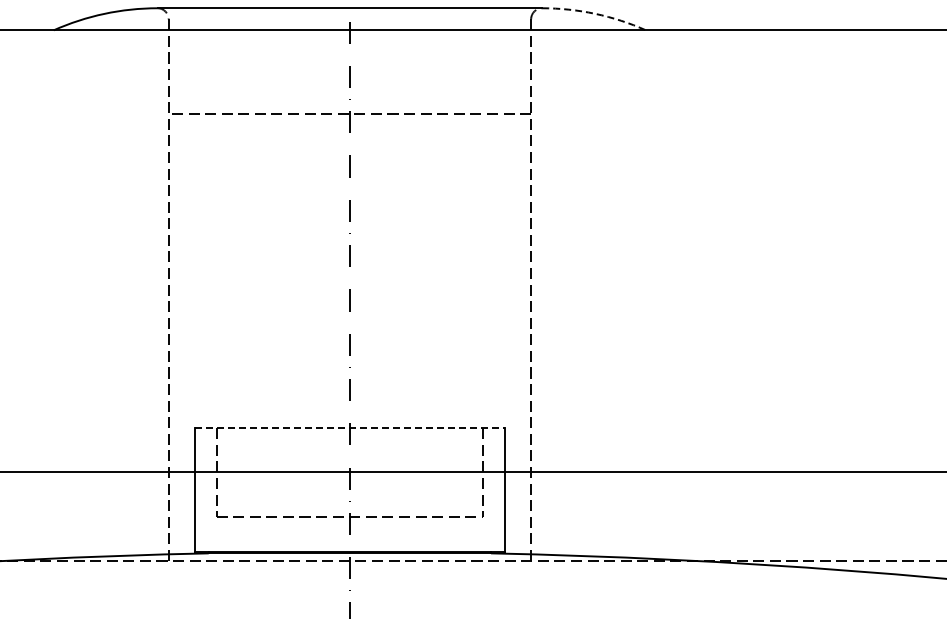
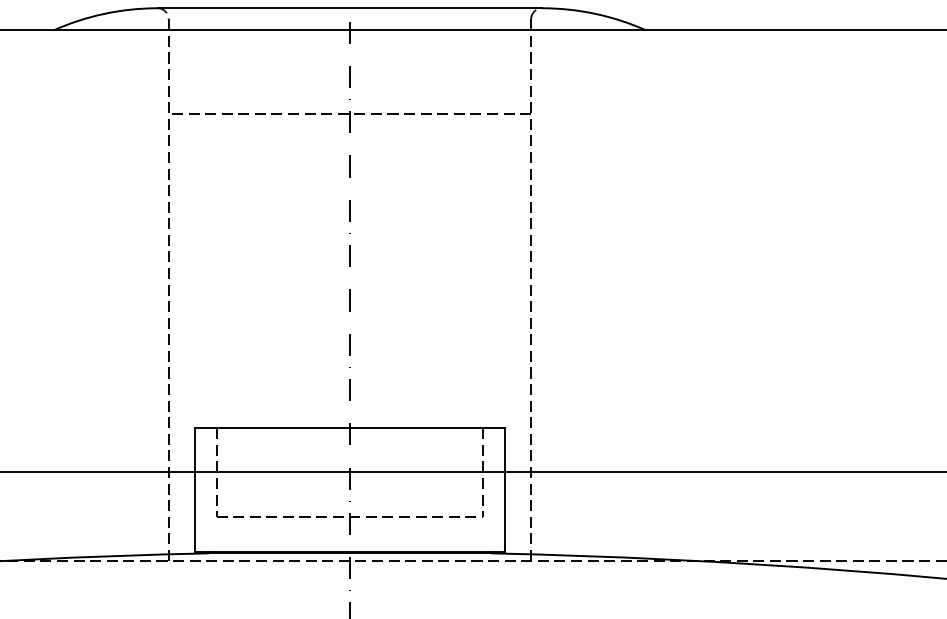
arc at (595, 13): dashed -> solid
line at (349, 428): dashed -> solid
